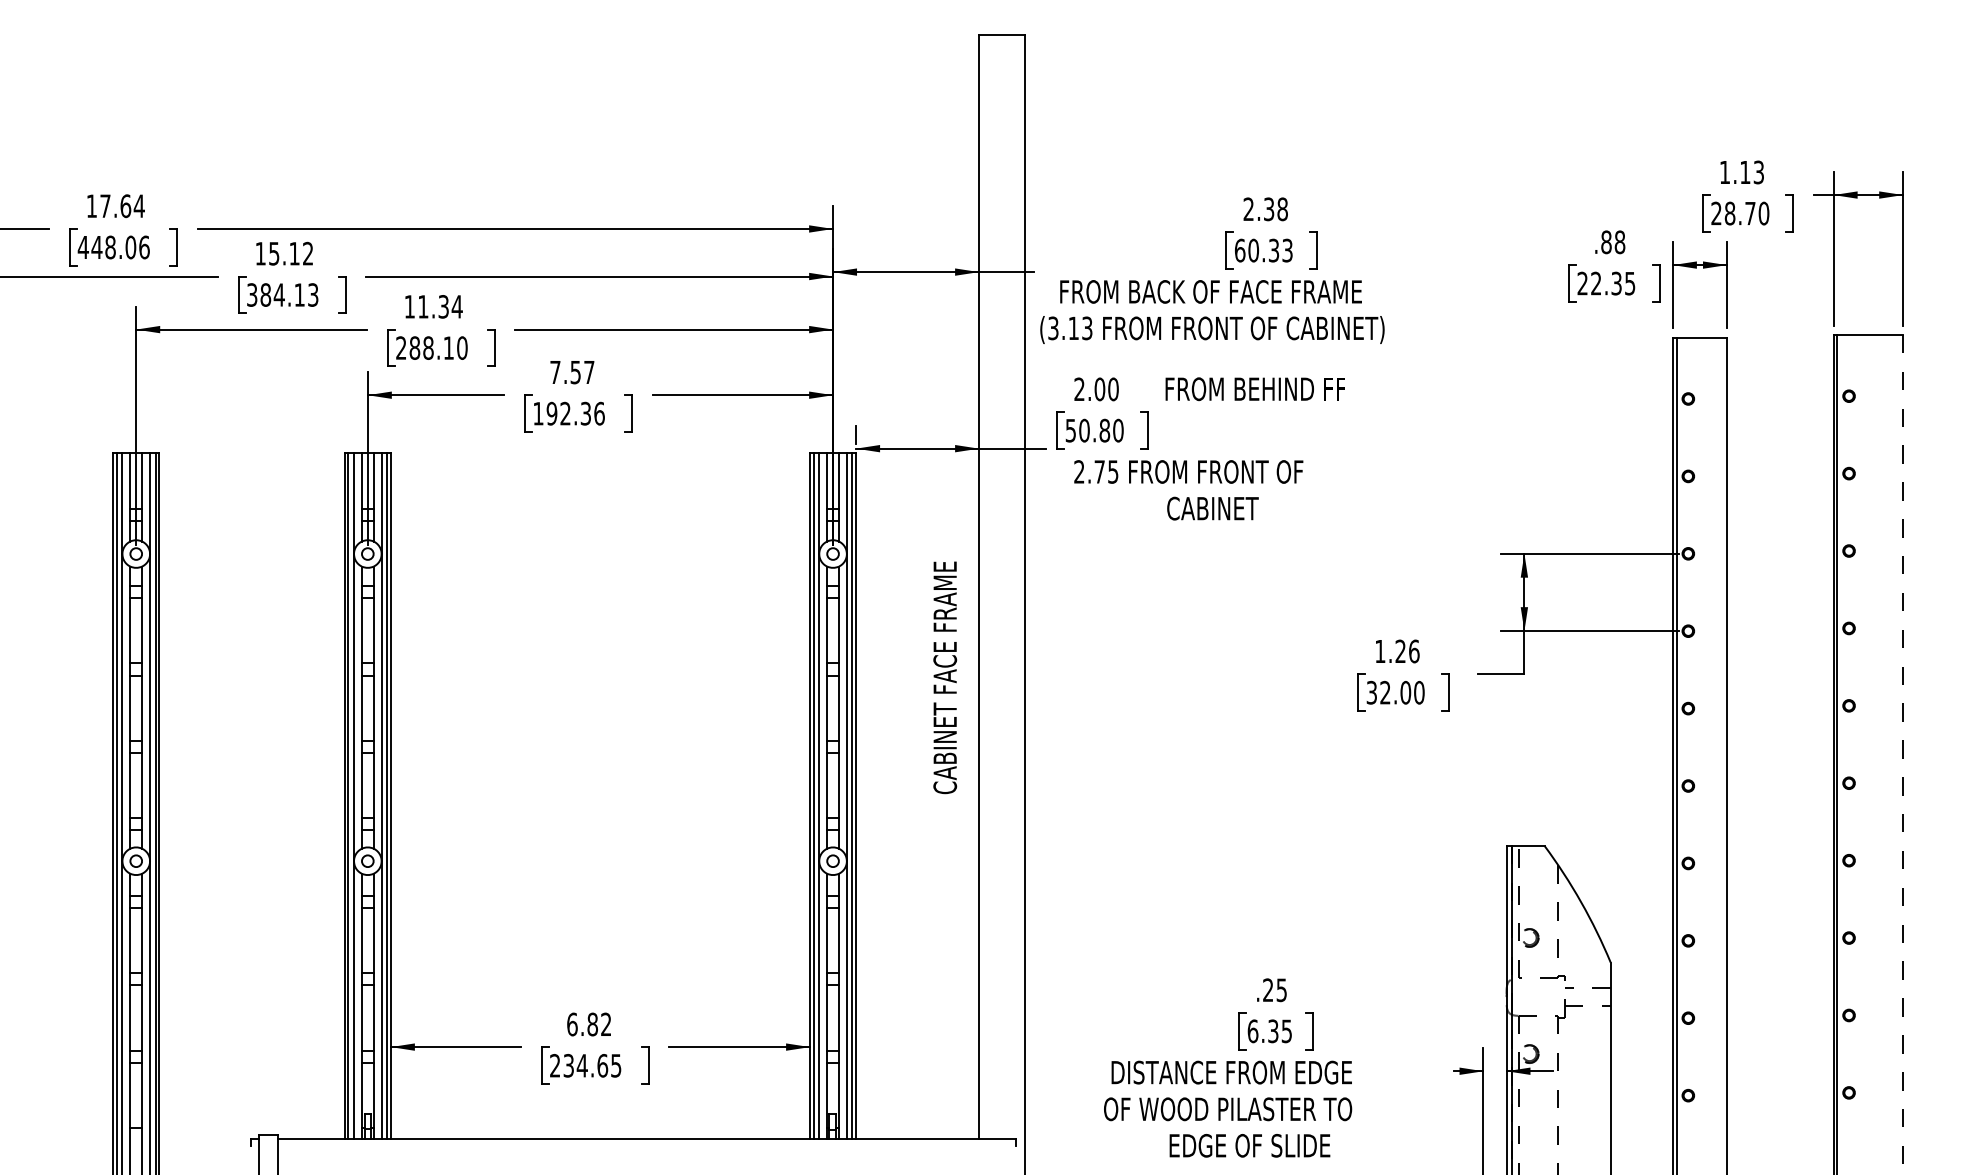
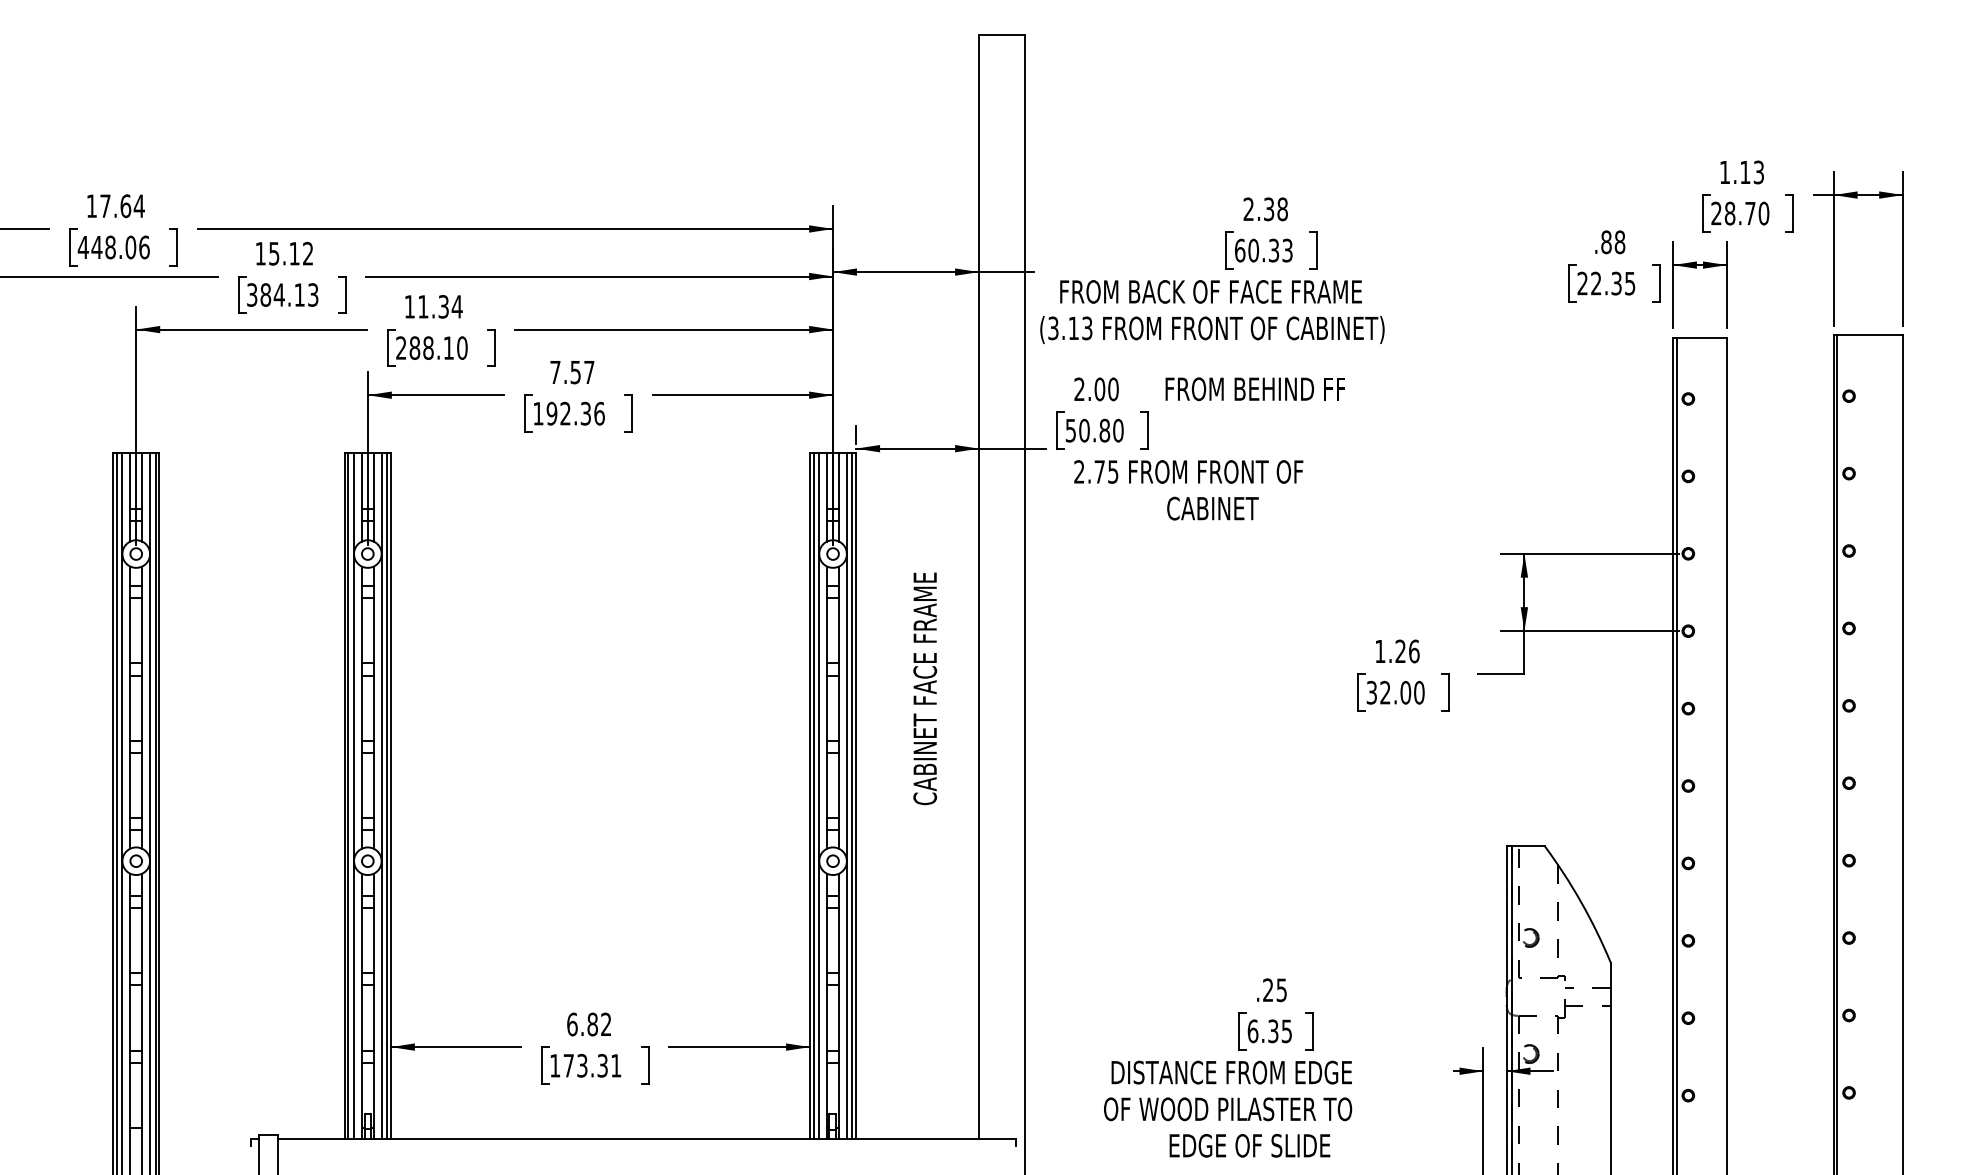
text at (945, 677) position: (945, 677) -> (925, 688)
line at (1903, 754): dashed -> solid
text at (585, 1065): 234.65 -> 173.31
